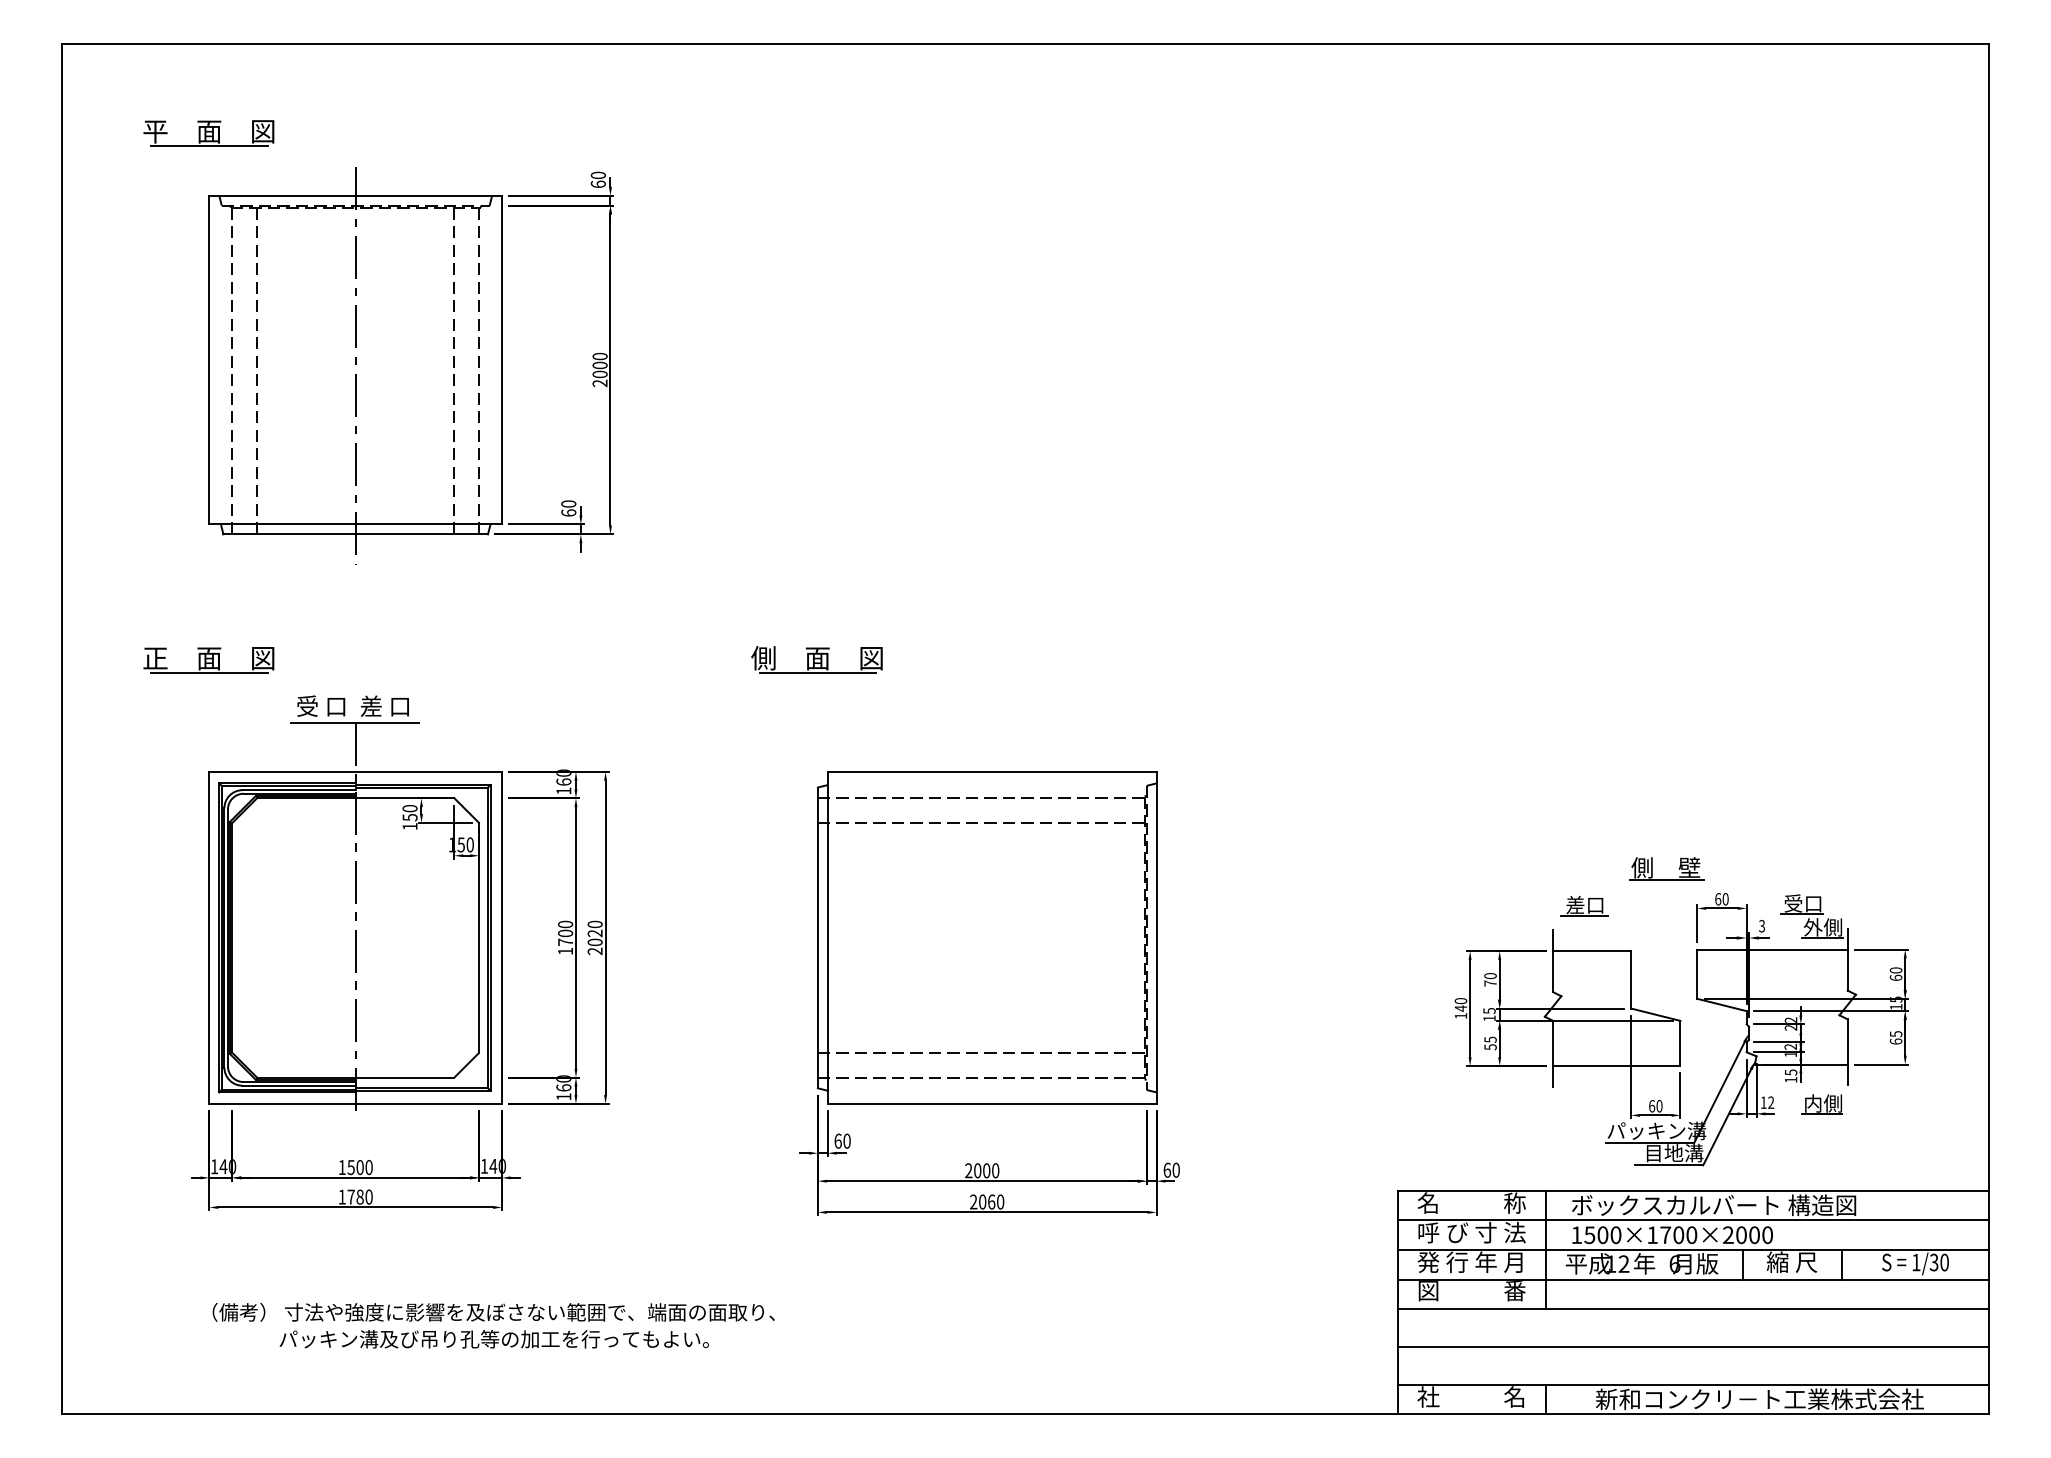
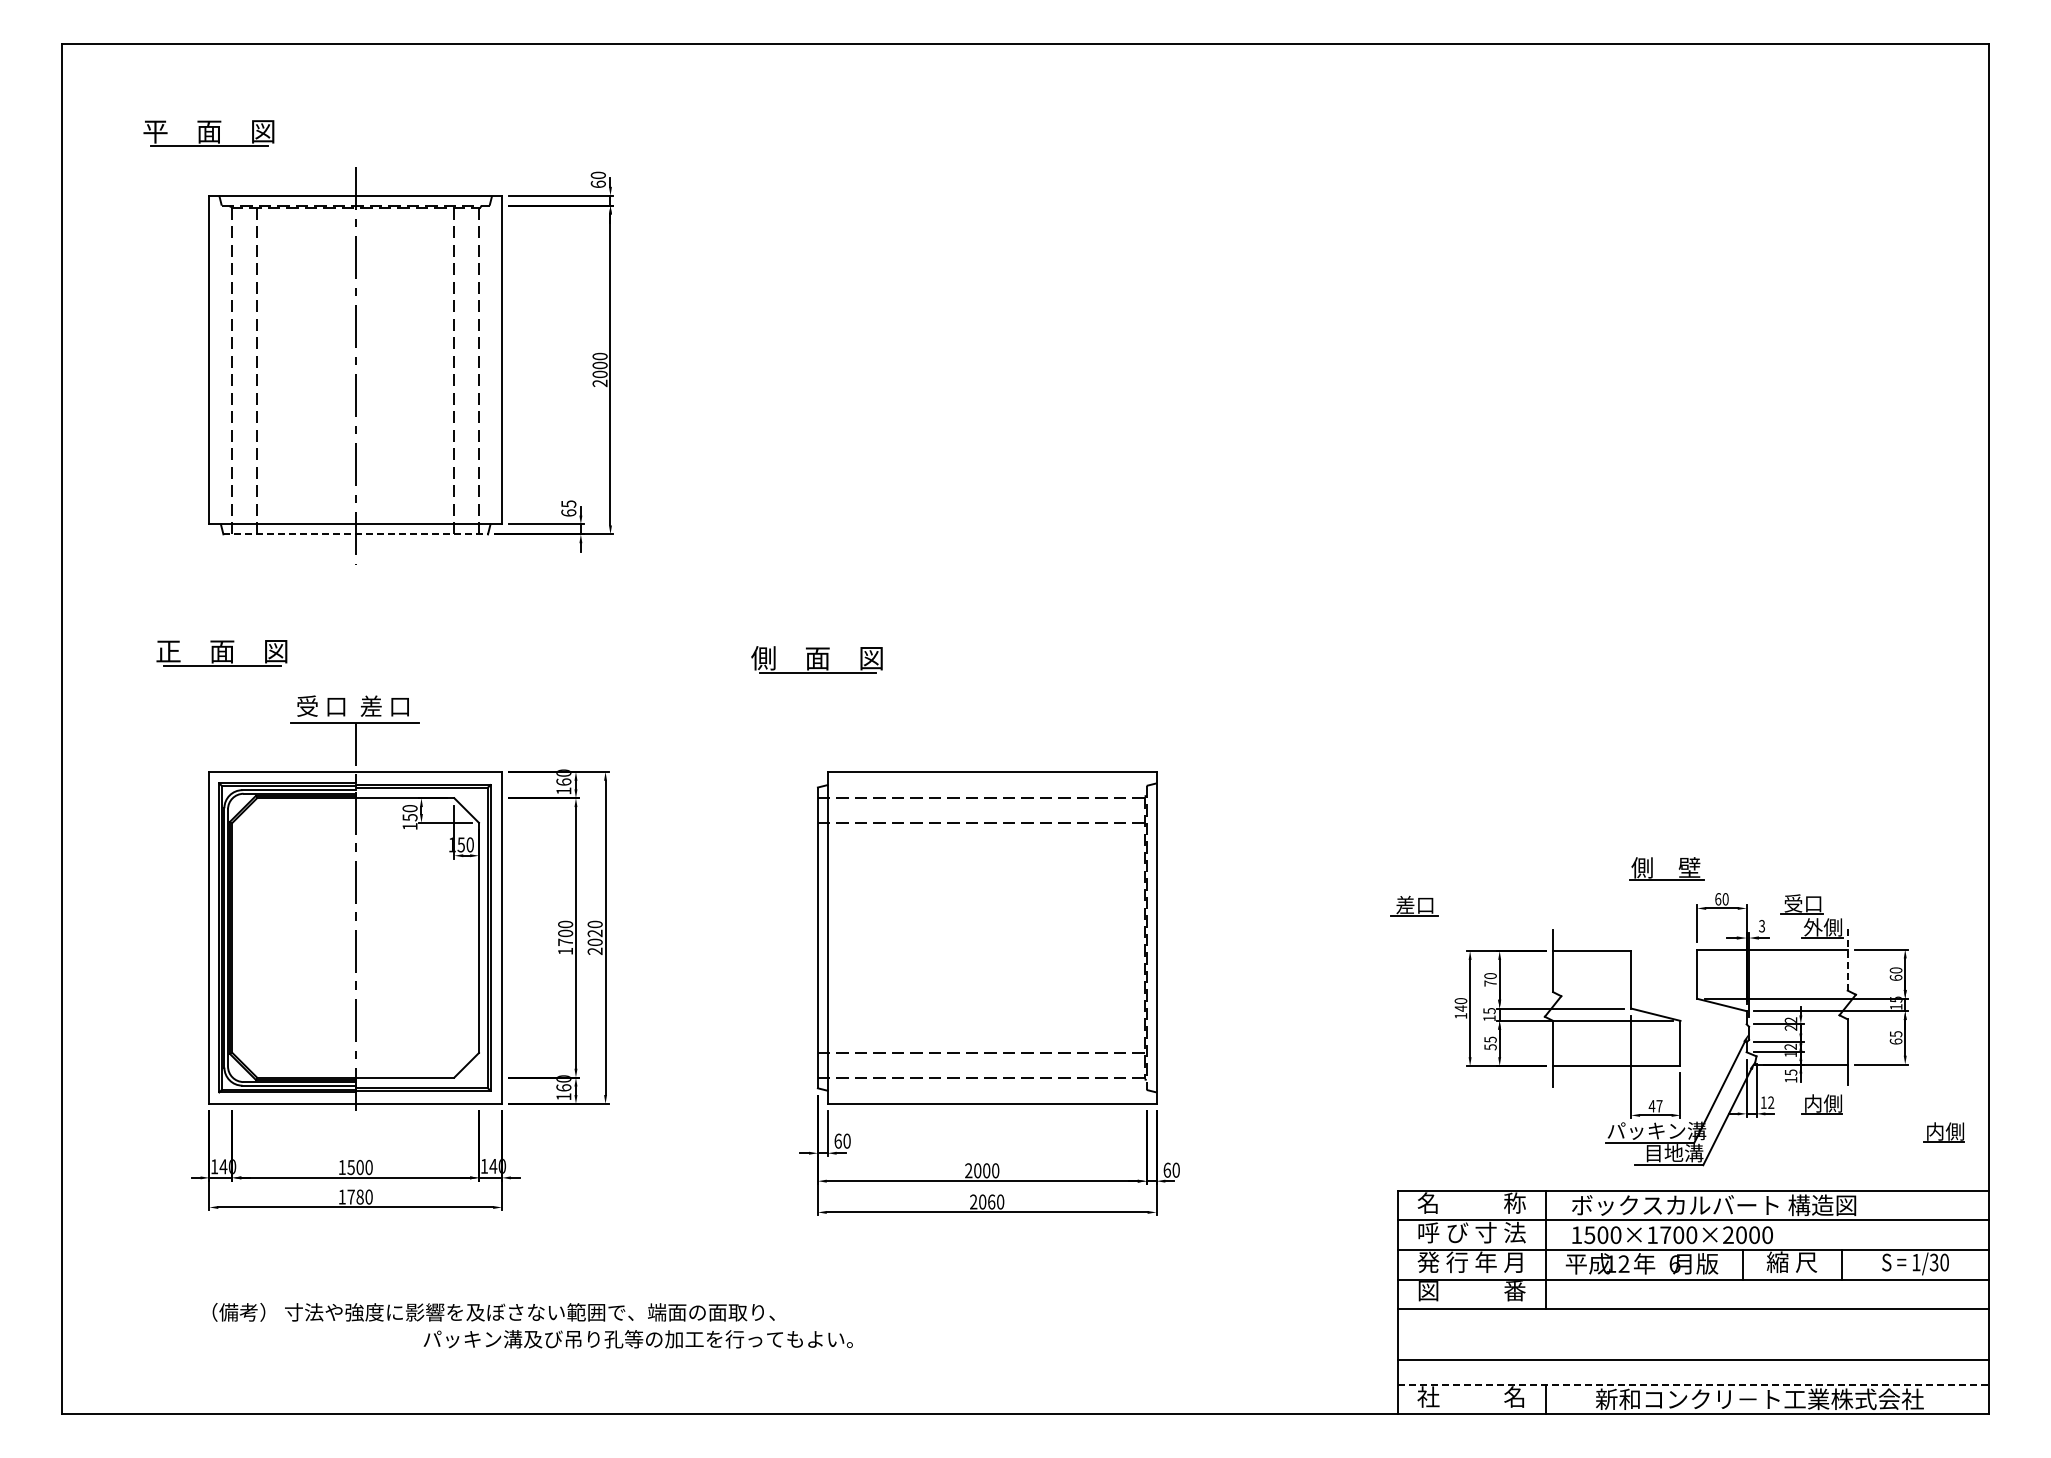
text at (568, 503): 60 -> 65
line at (356, 534): solid -> dashed
part at (208, 660) position: (208, 660) -> (221, 653)
part at (1584, 905) position: (1584, 905) -> (1414, 905)
line at (1847, 959): solid -> dashed
text at (1655, 1106): 60 -> 47
part at (1943, 1132): none -> present
text at (493, 1339) position: (493, 1339) -> (637, 1339)
line at (1693, 1346) position: (1693, 1346) -> (1693, 1359)
line at (1693, 1384): solid -> dashed
